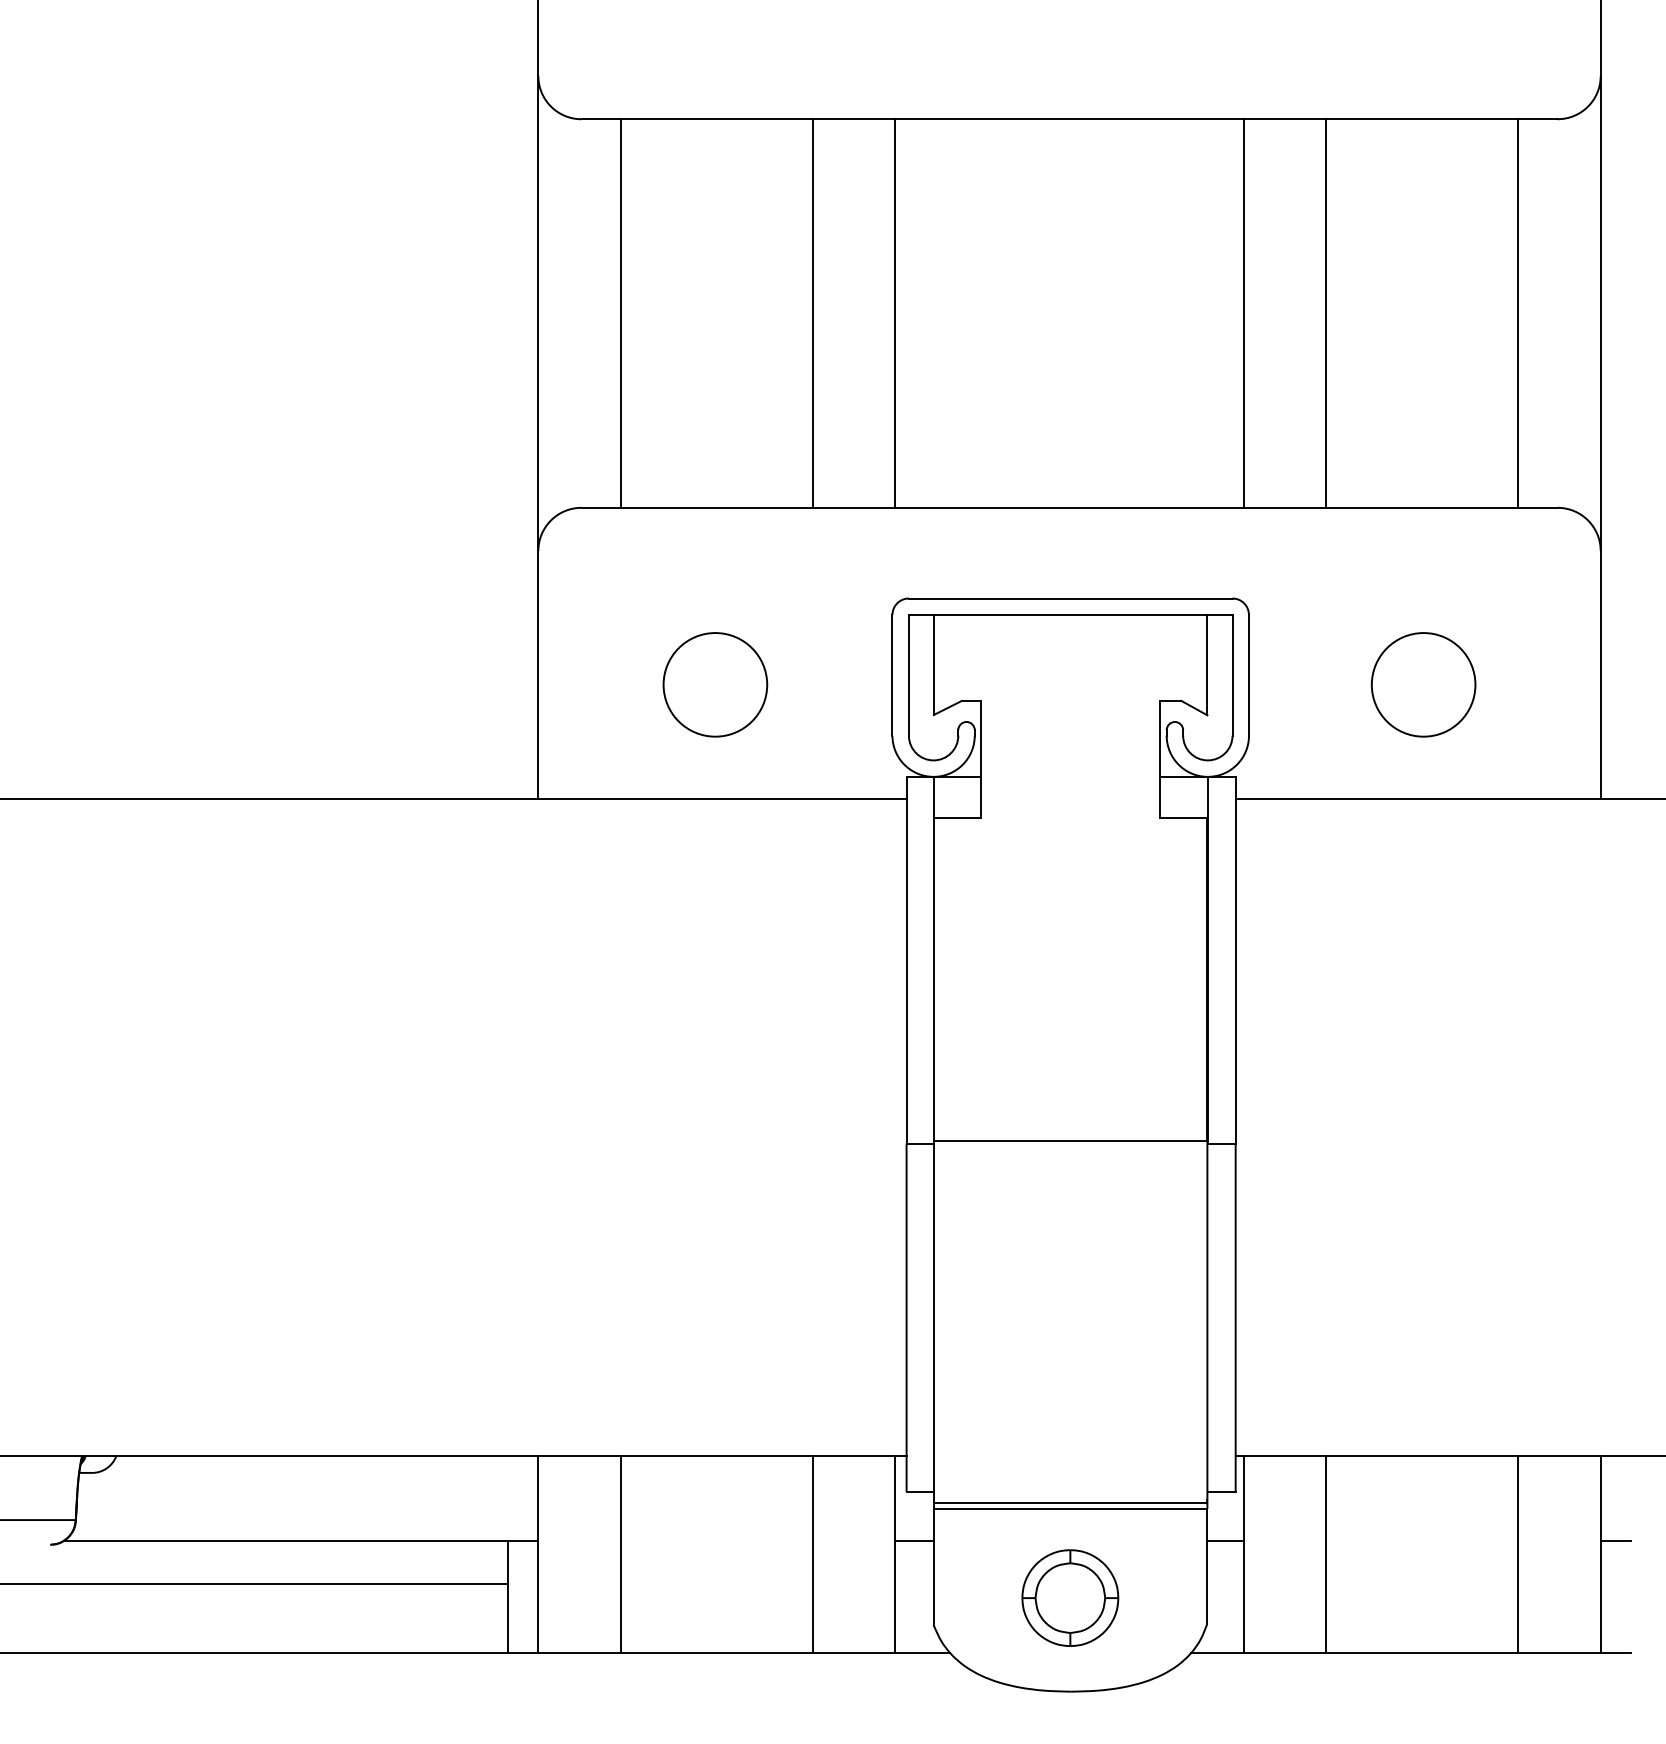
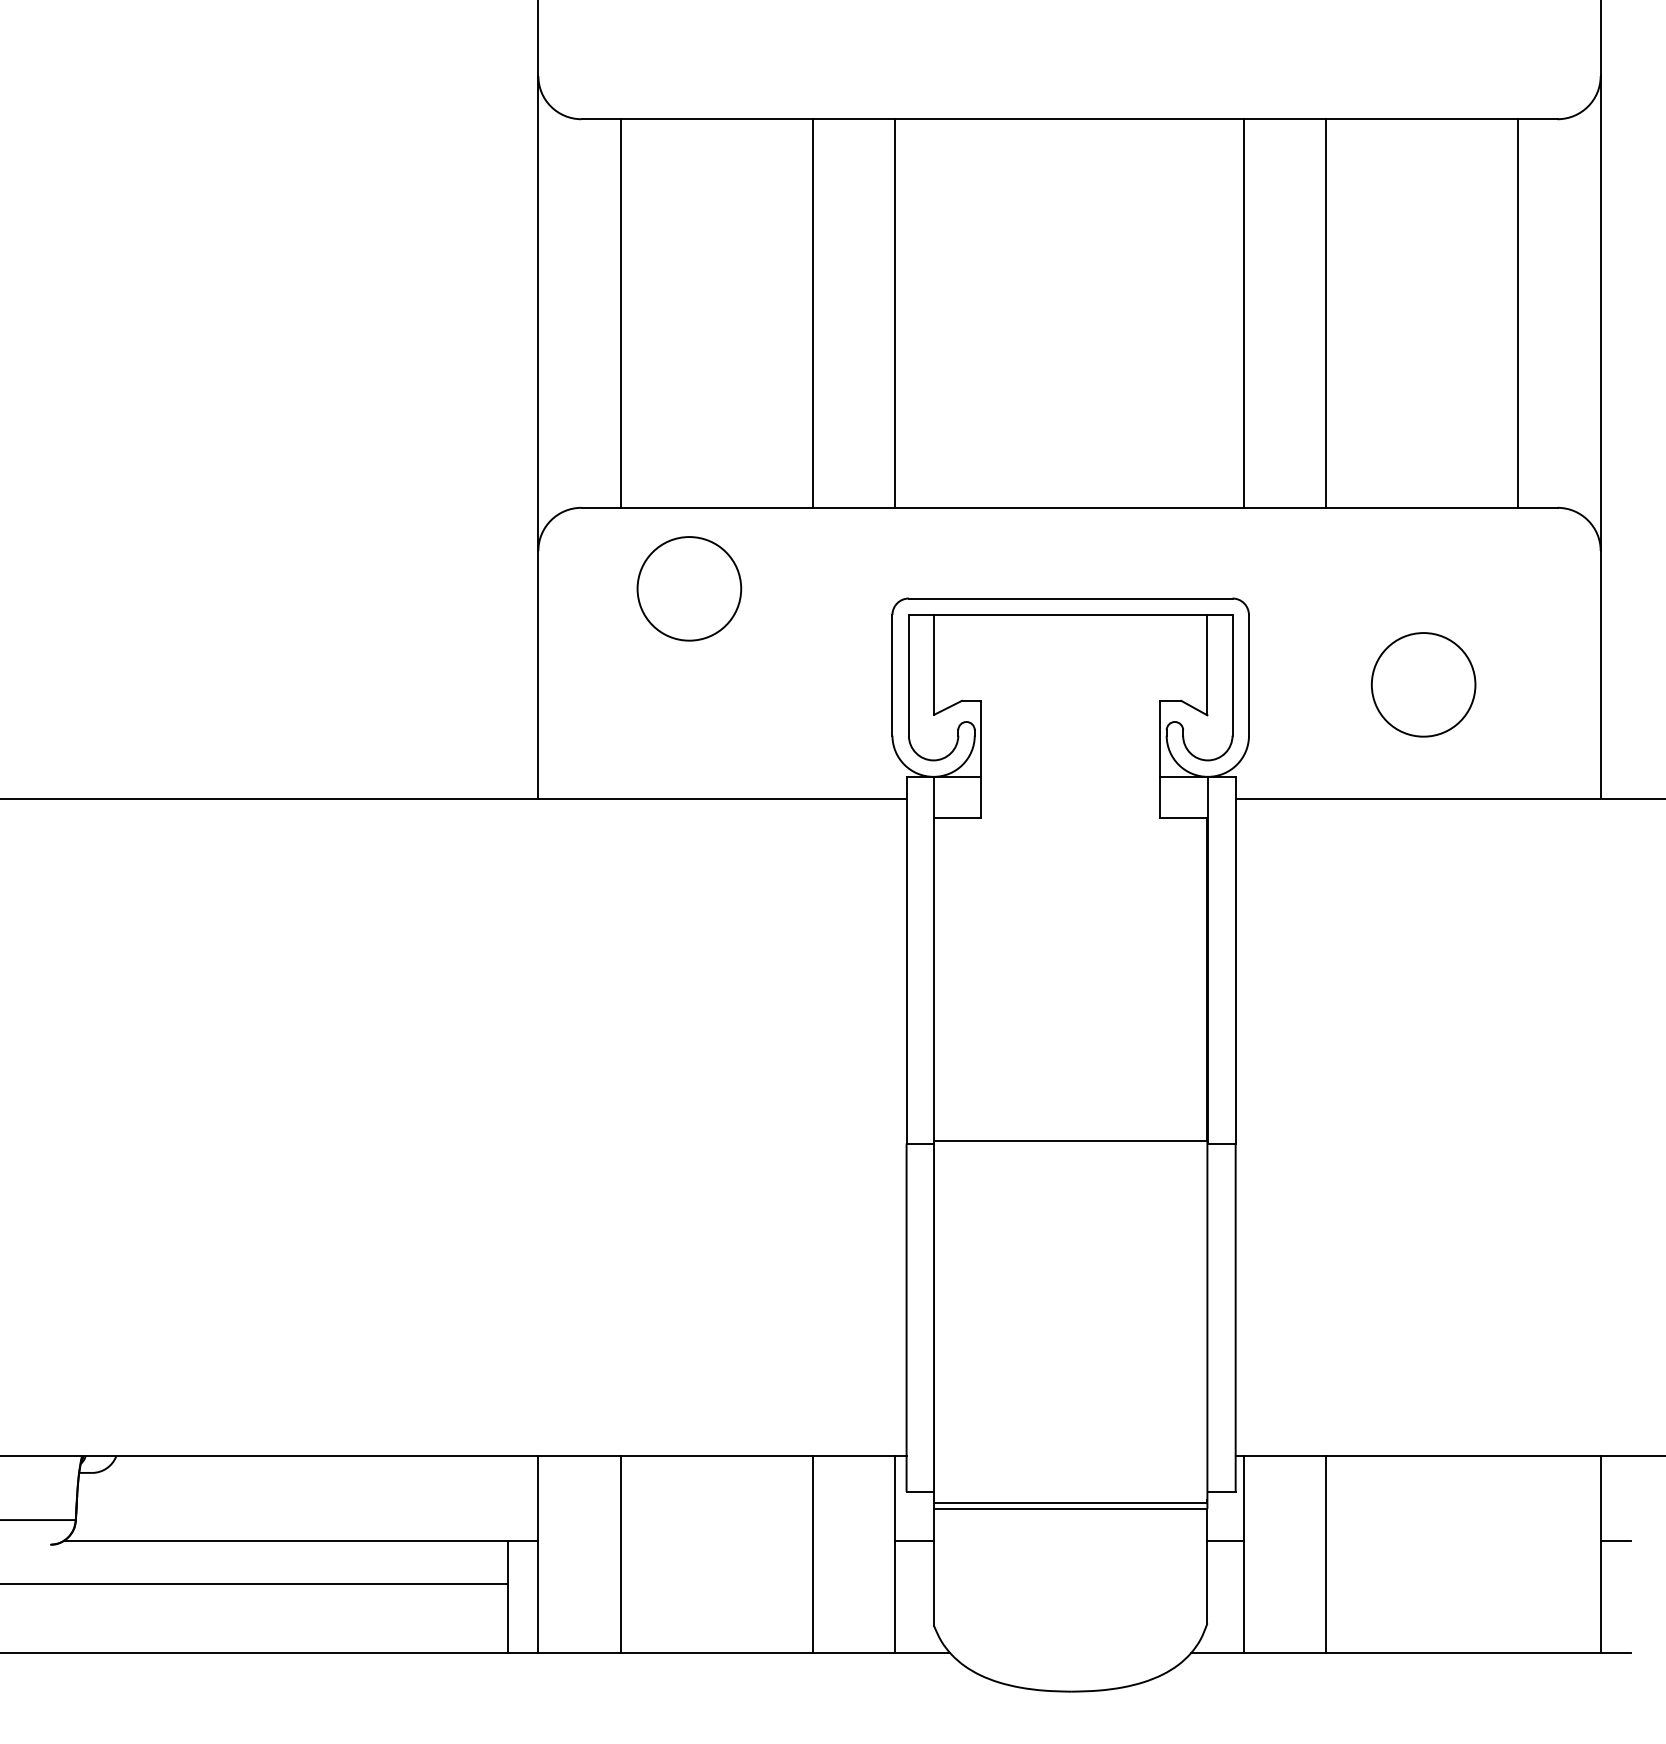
circle at (715, 684) position: (715, 684) -> (689, 588)
line at (1518, 1554): present -> none
part at (1070, 1597): present -> none
